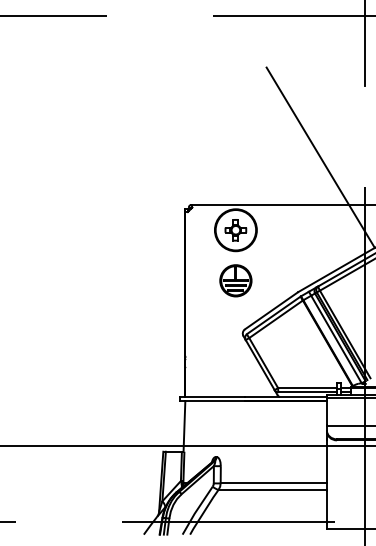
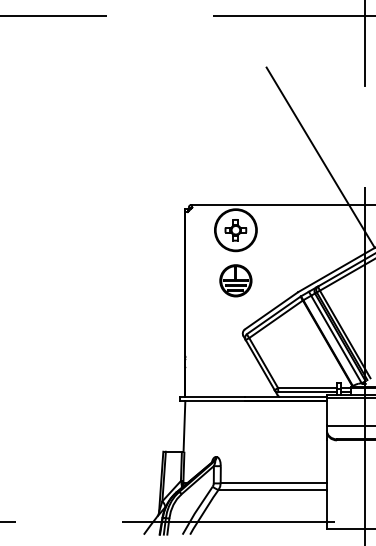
line at (187, 446): present -> none
